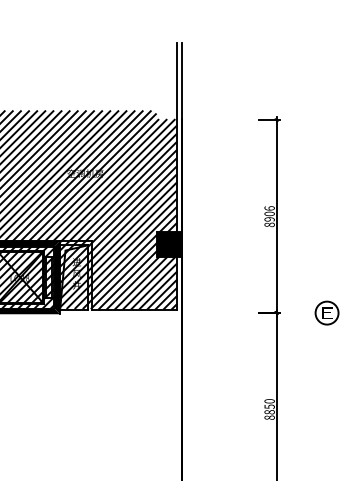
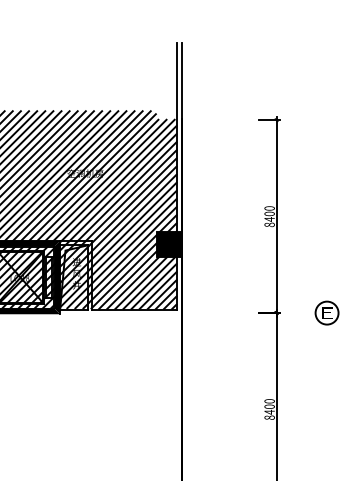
text at (269, 213): 8906 -> 8400
text at (269, 409): 8850 -> 8400
